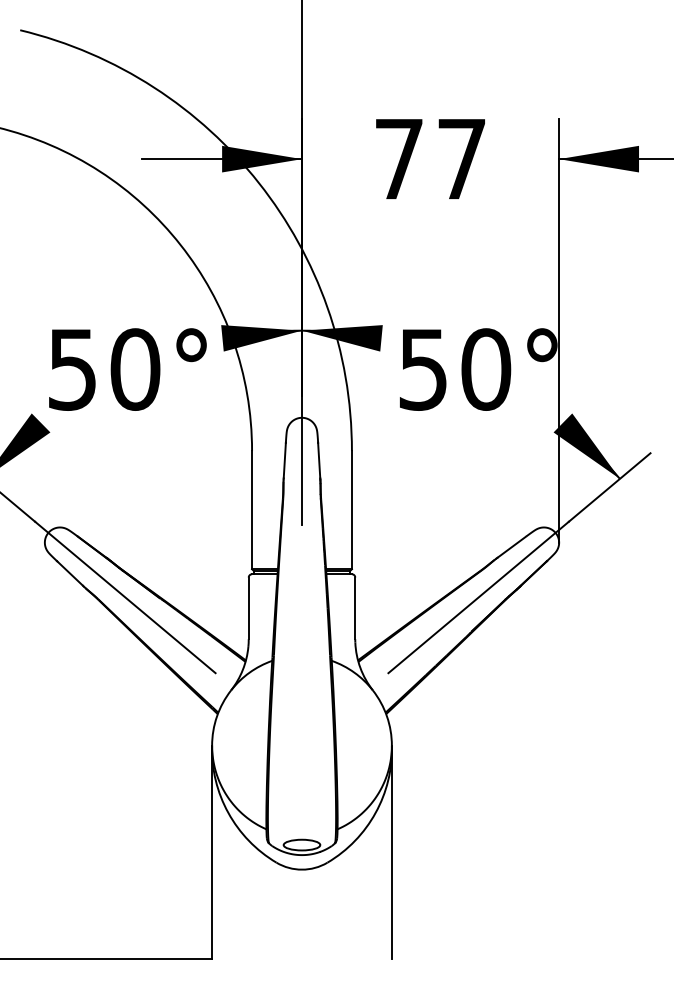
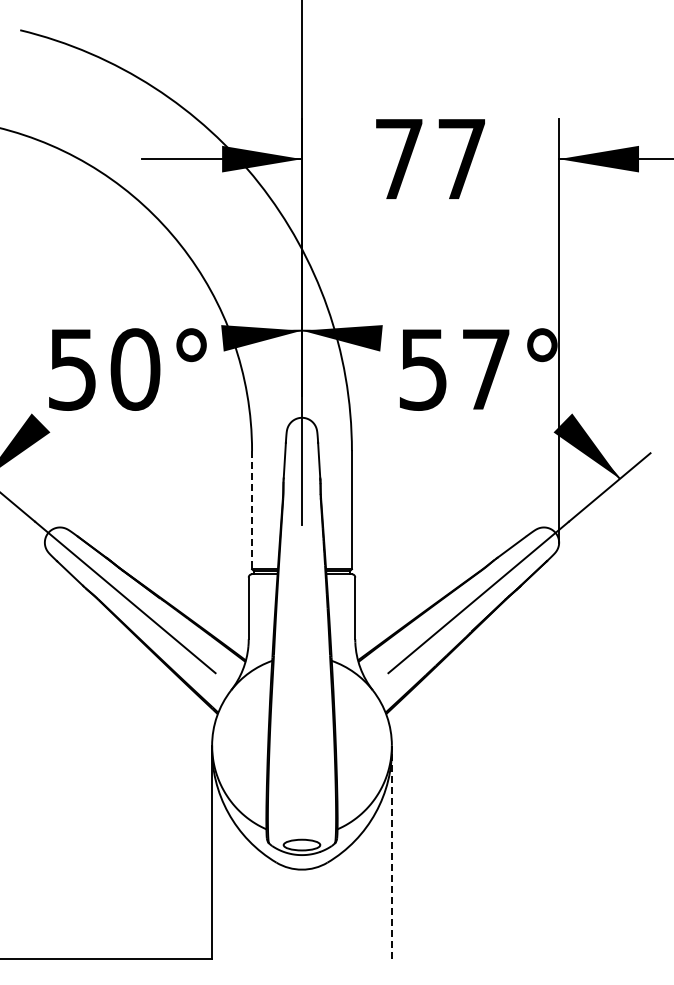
text at (486, 369): 50° -> 57°
line at (252, 510): solid -> dashed
line at (391, 852): solid -> dashed
